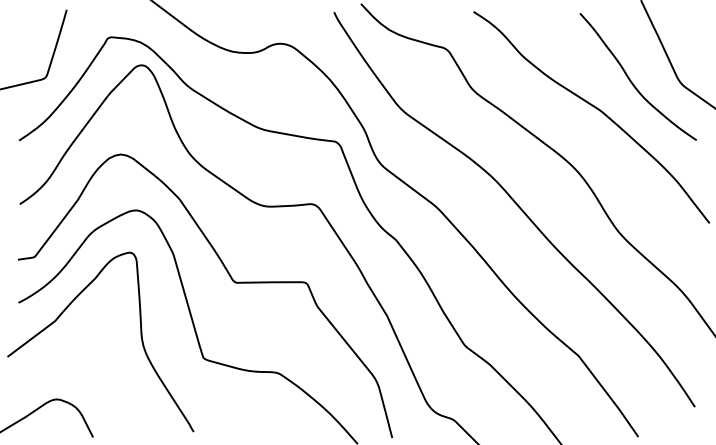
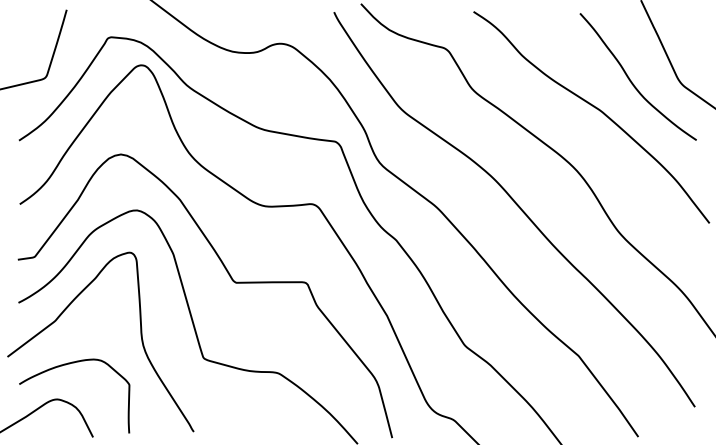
curve at (66, 365): none -> present
